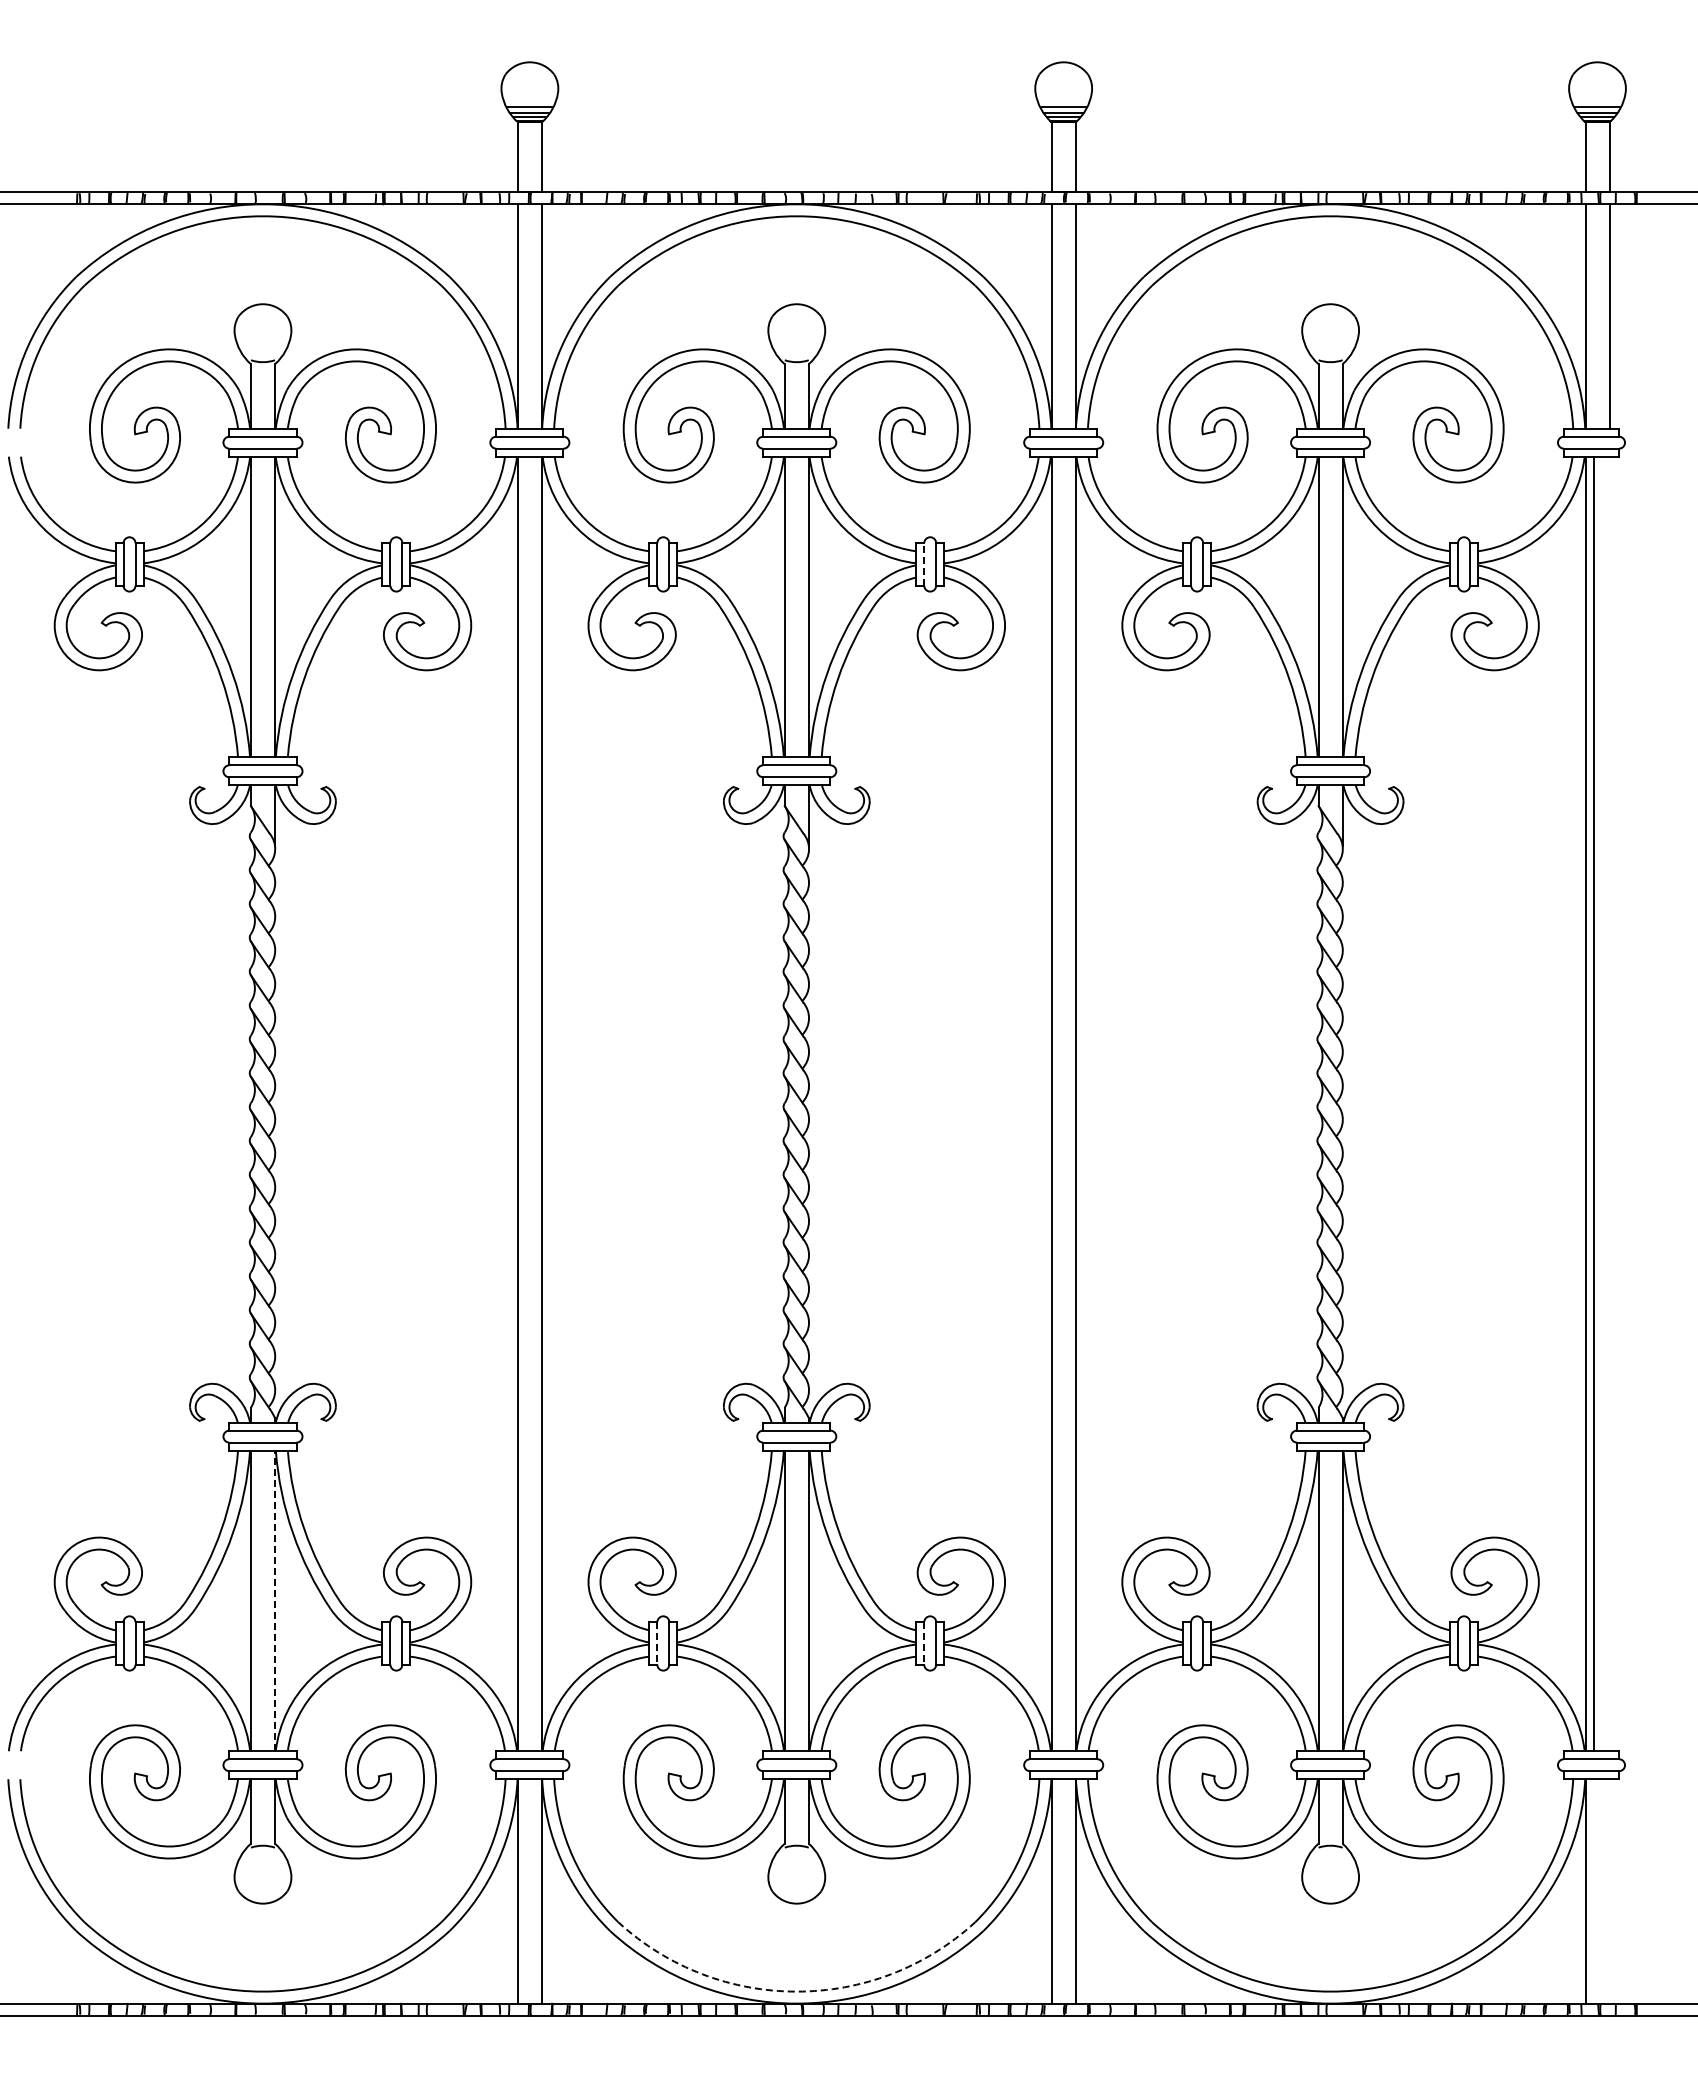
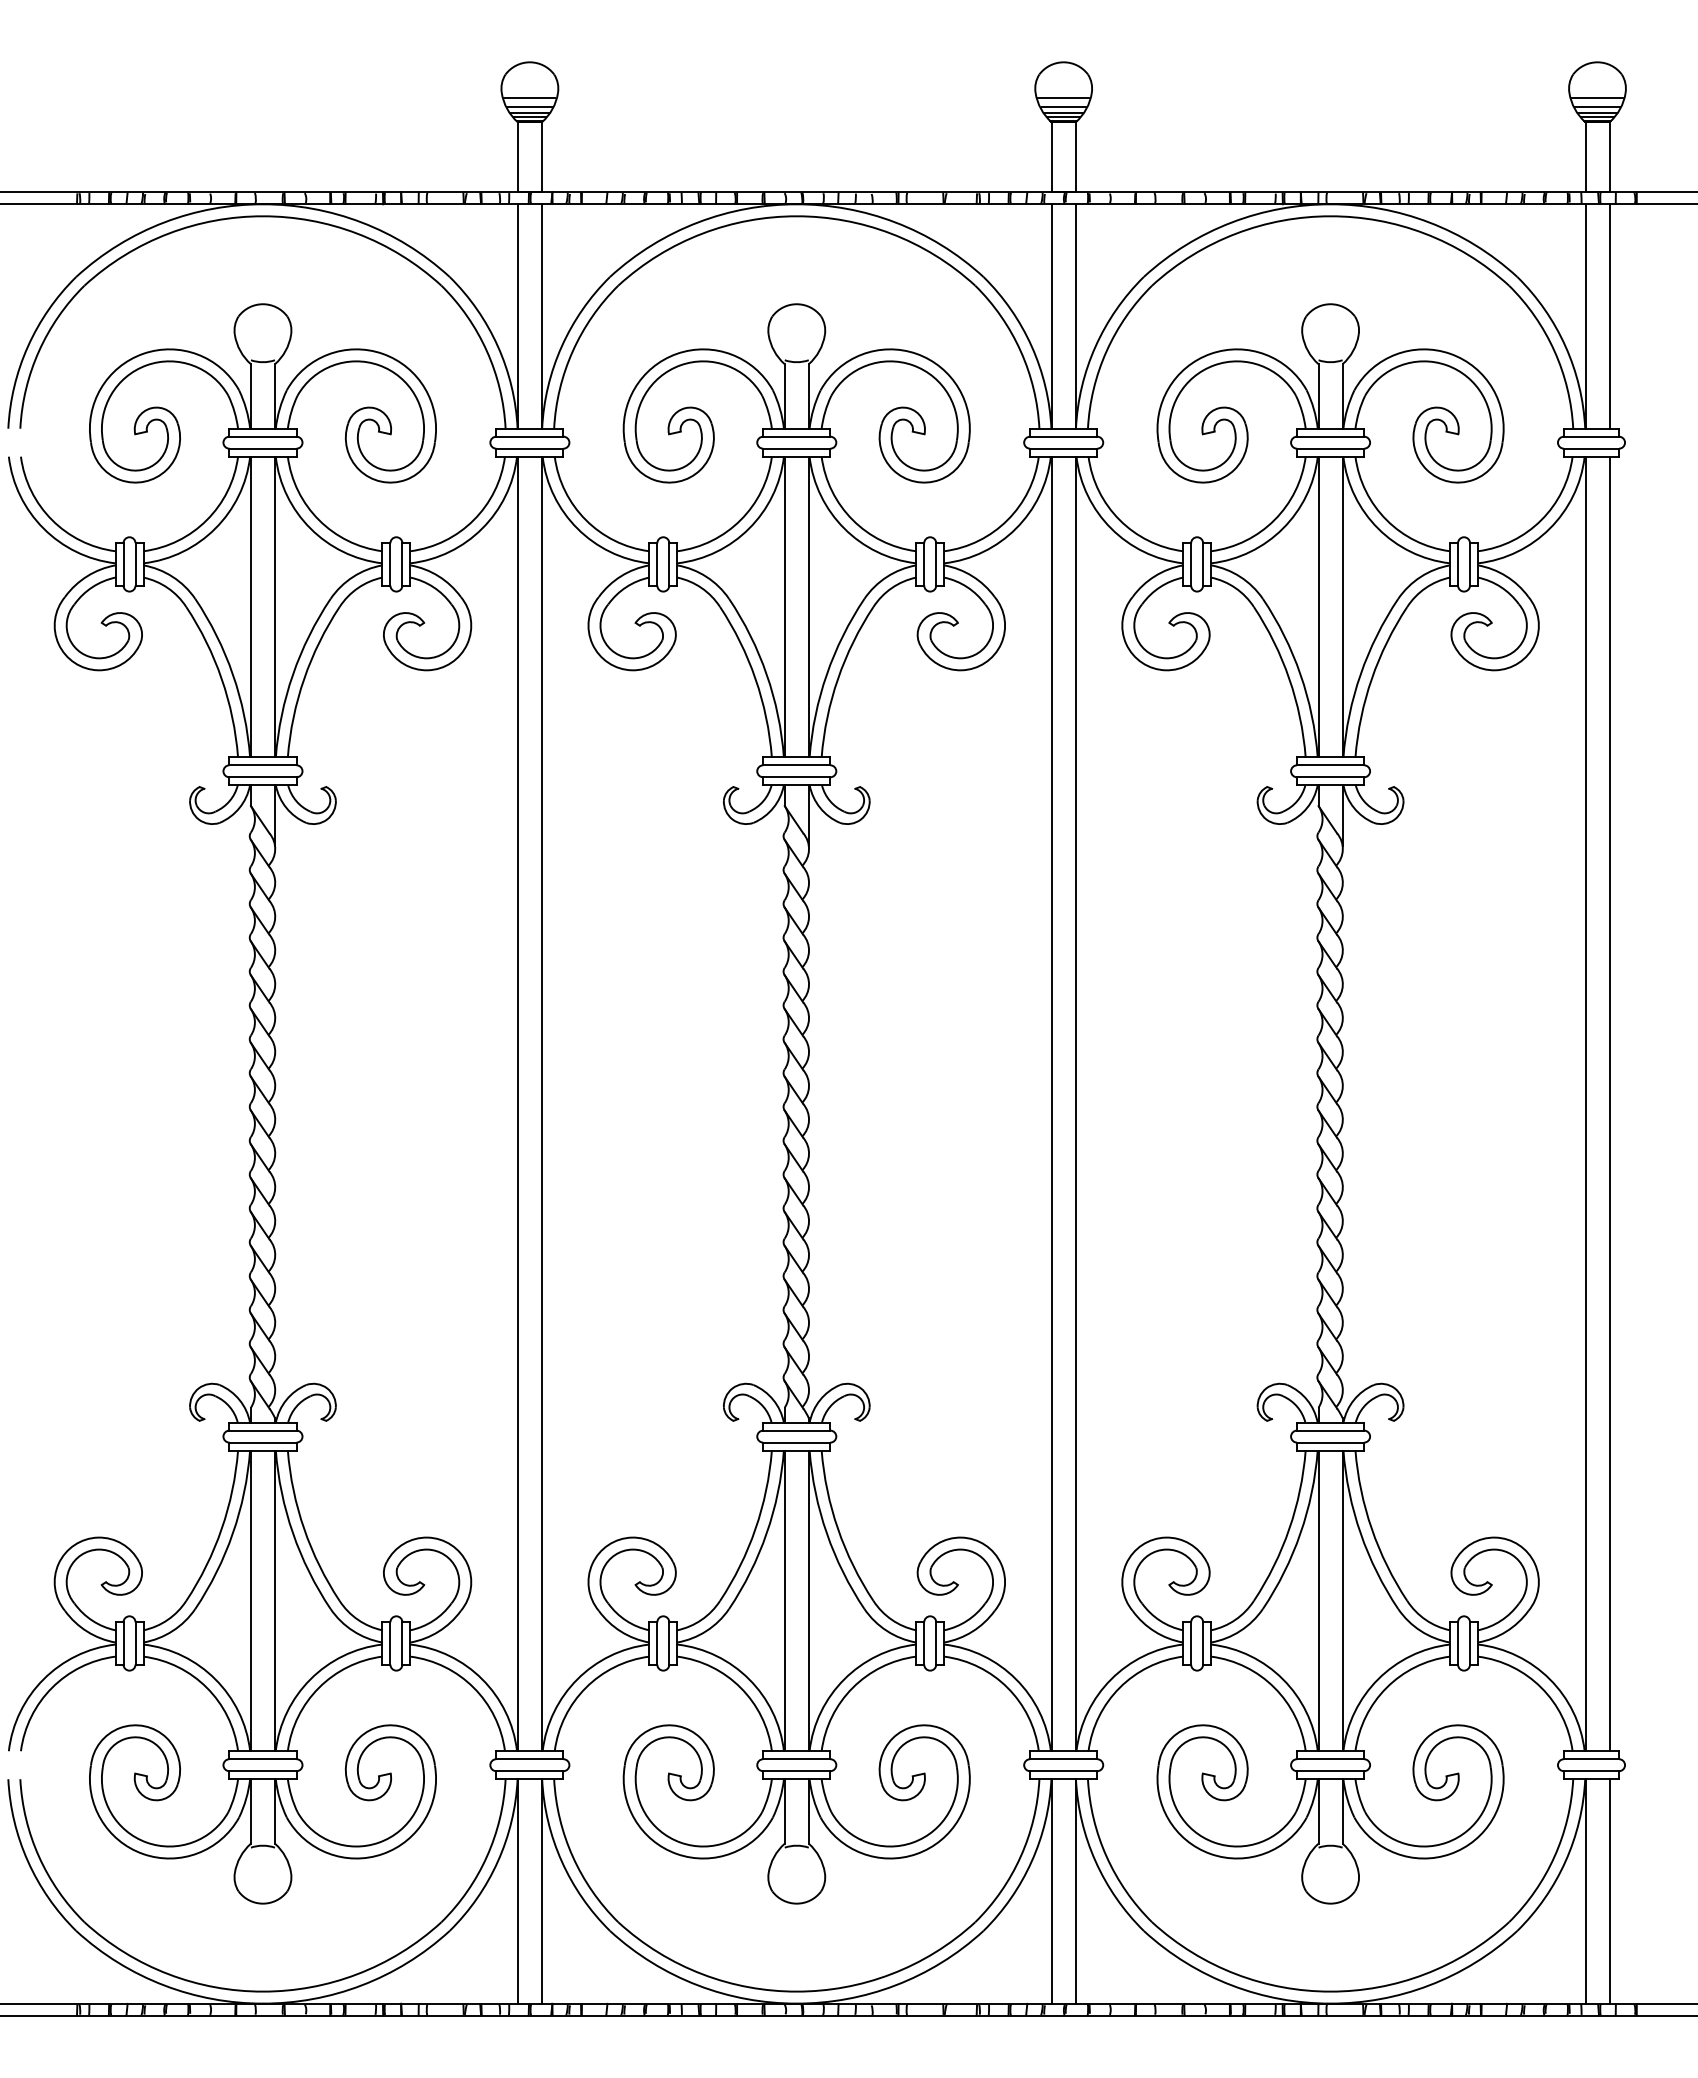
line at (529, 98): none -> present
line at (1063, 98): none -> present
line at (1597, 98): none -> present
line at (924, 563): dashed -> solid
line at (1593, 1103) position: (1593, 1103) -> (1609, 1103)
line at (274, 1600): dashed -> solid
line at (657, 1643): dashed -> solid
line at (924, 1643): dashed -> solid
line at (1609, 1891): none -> present
arc at (796, 1991): dashed -> solid
